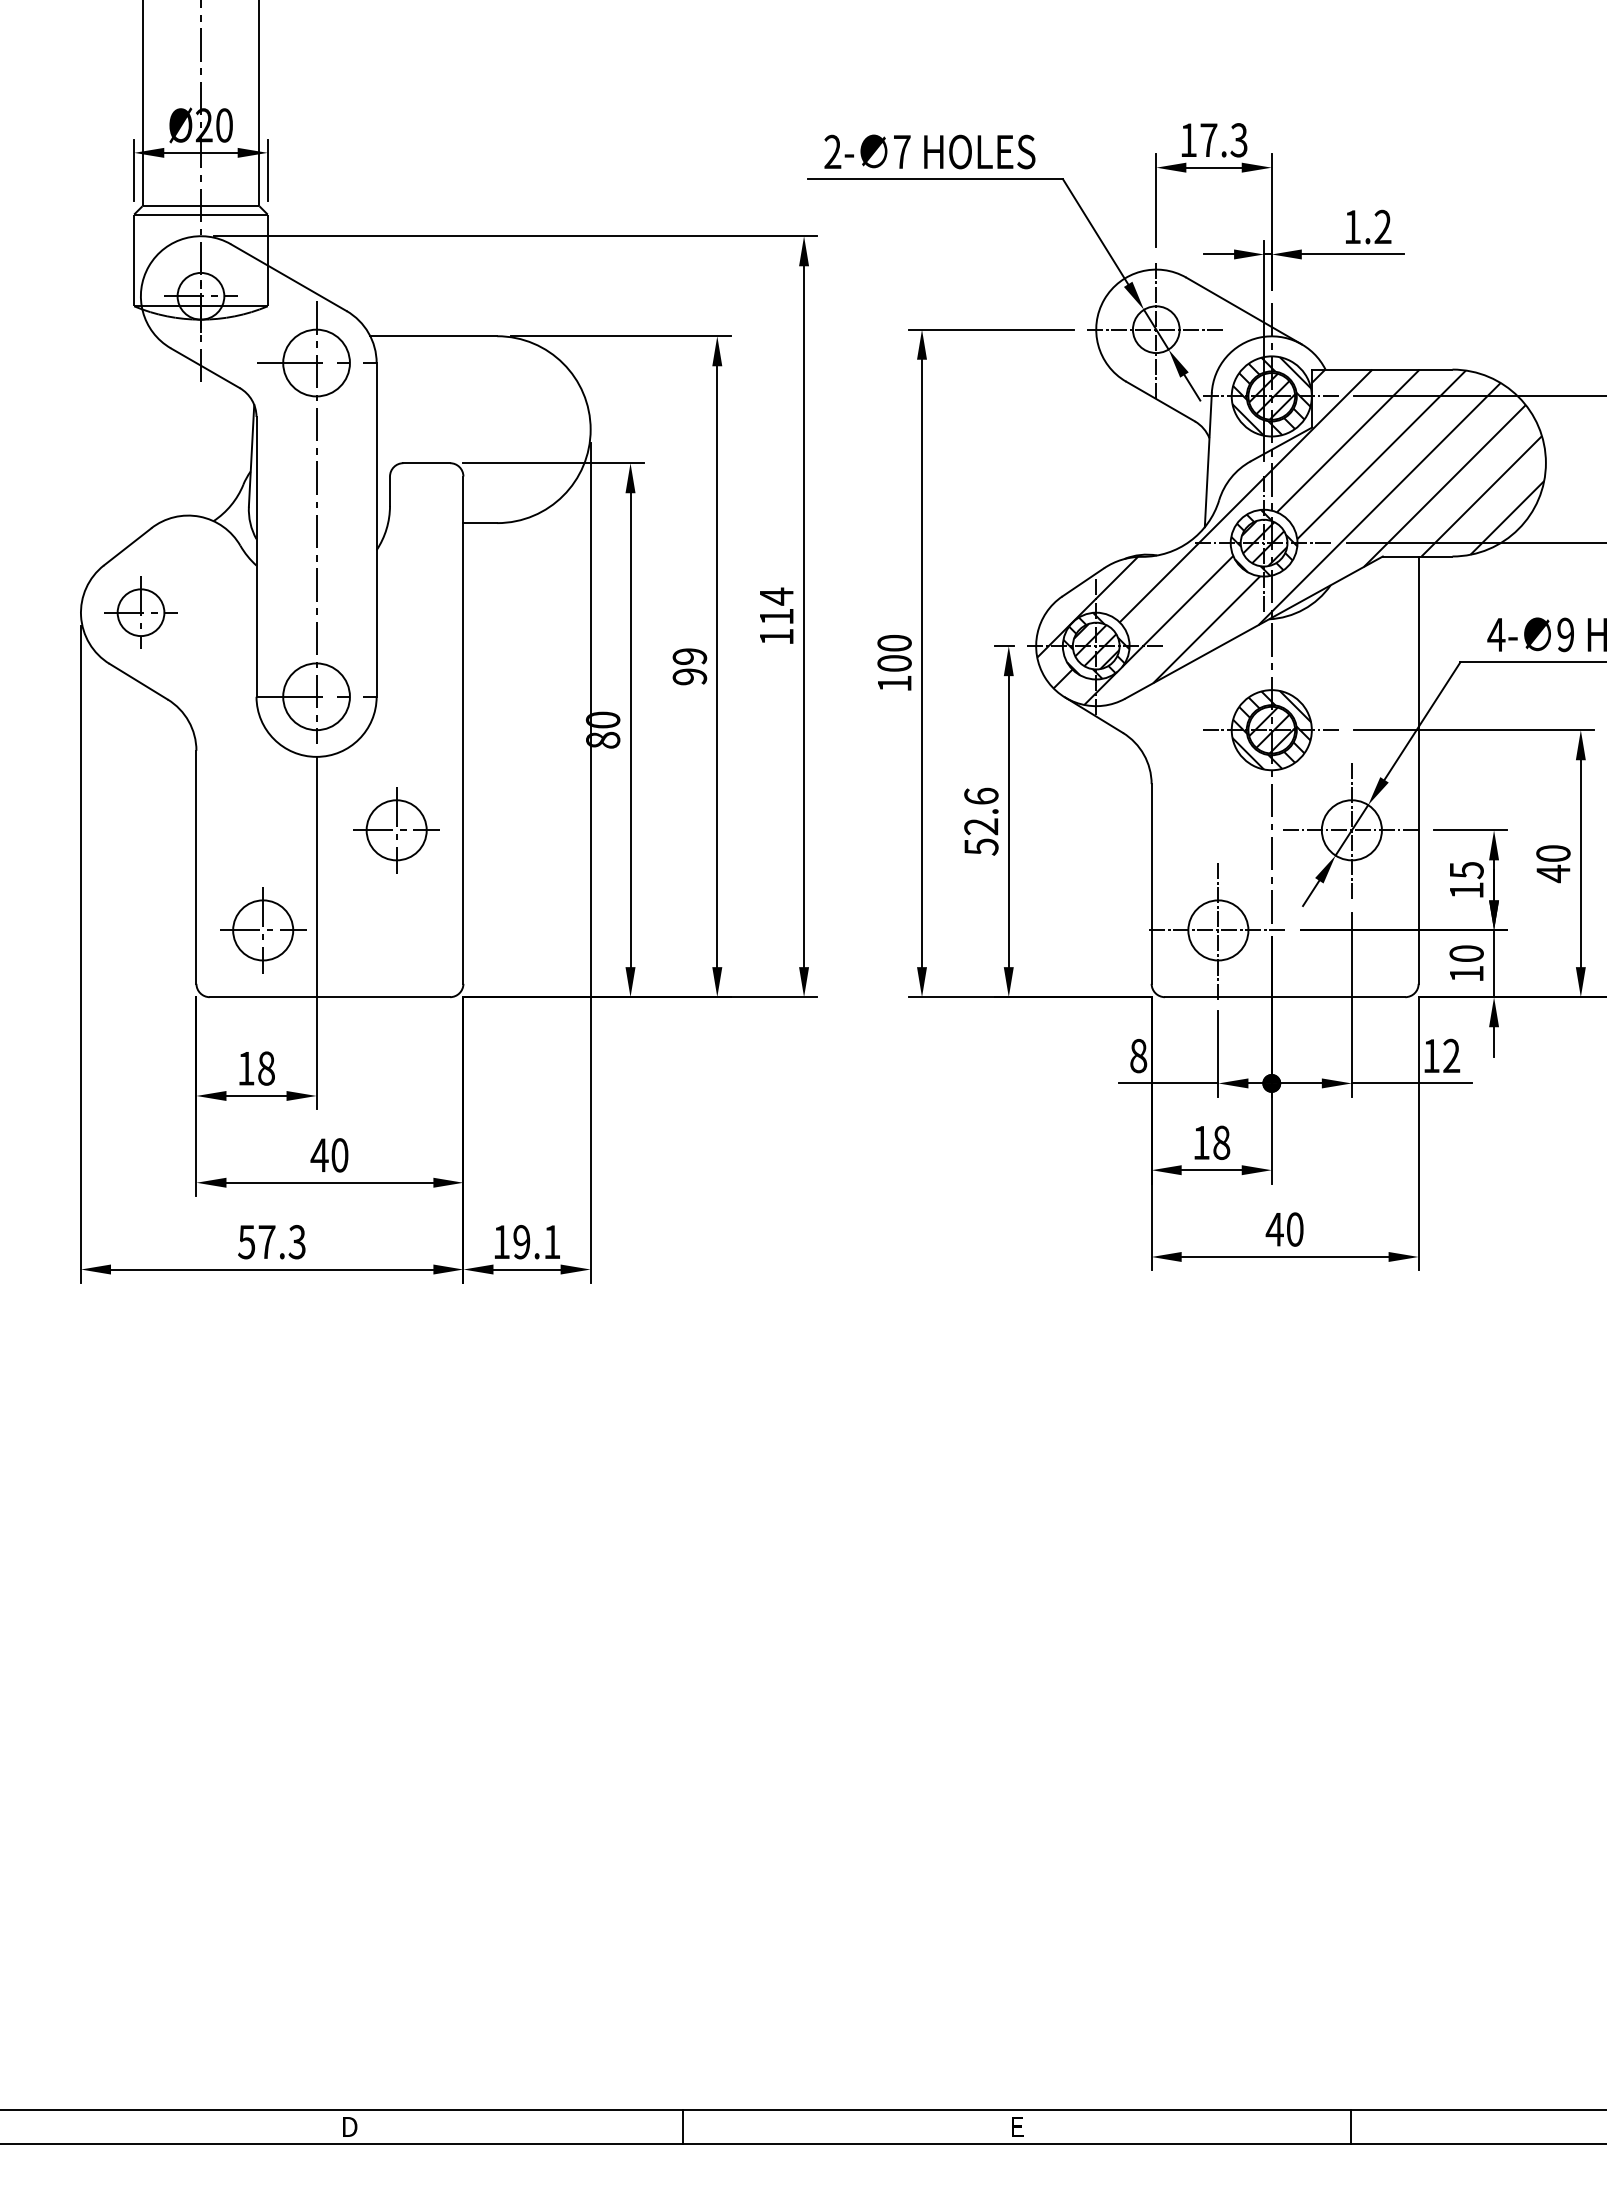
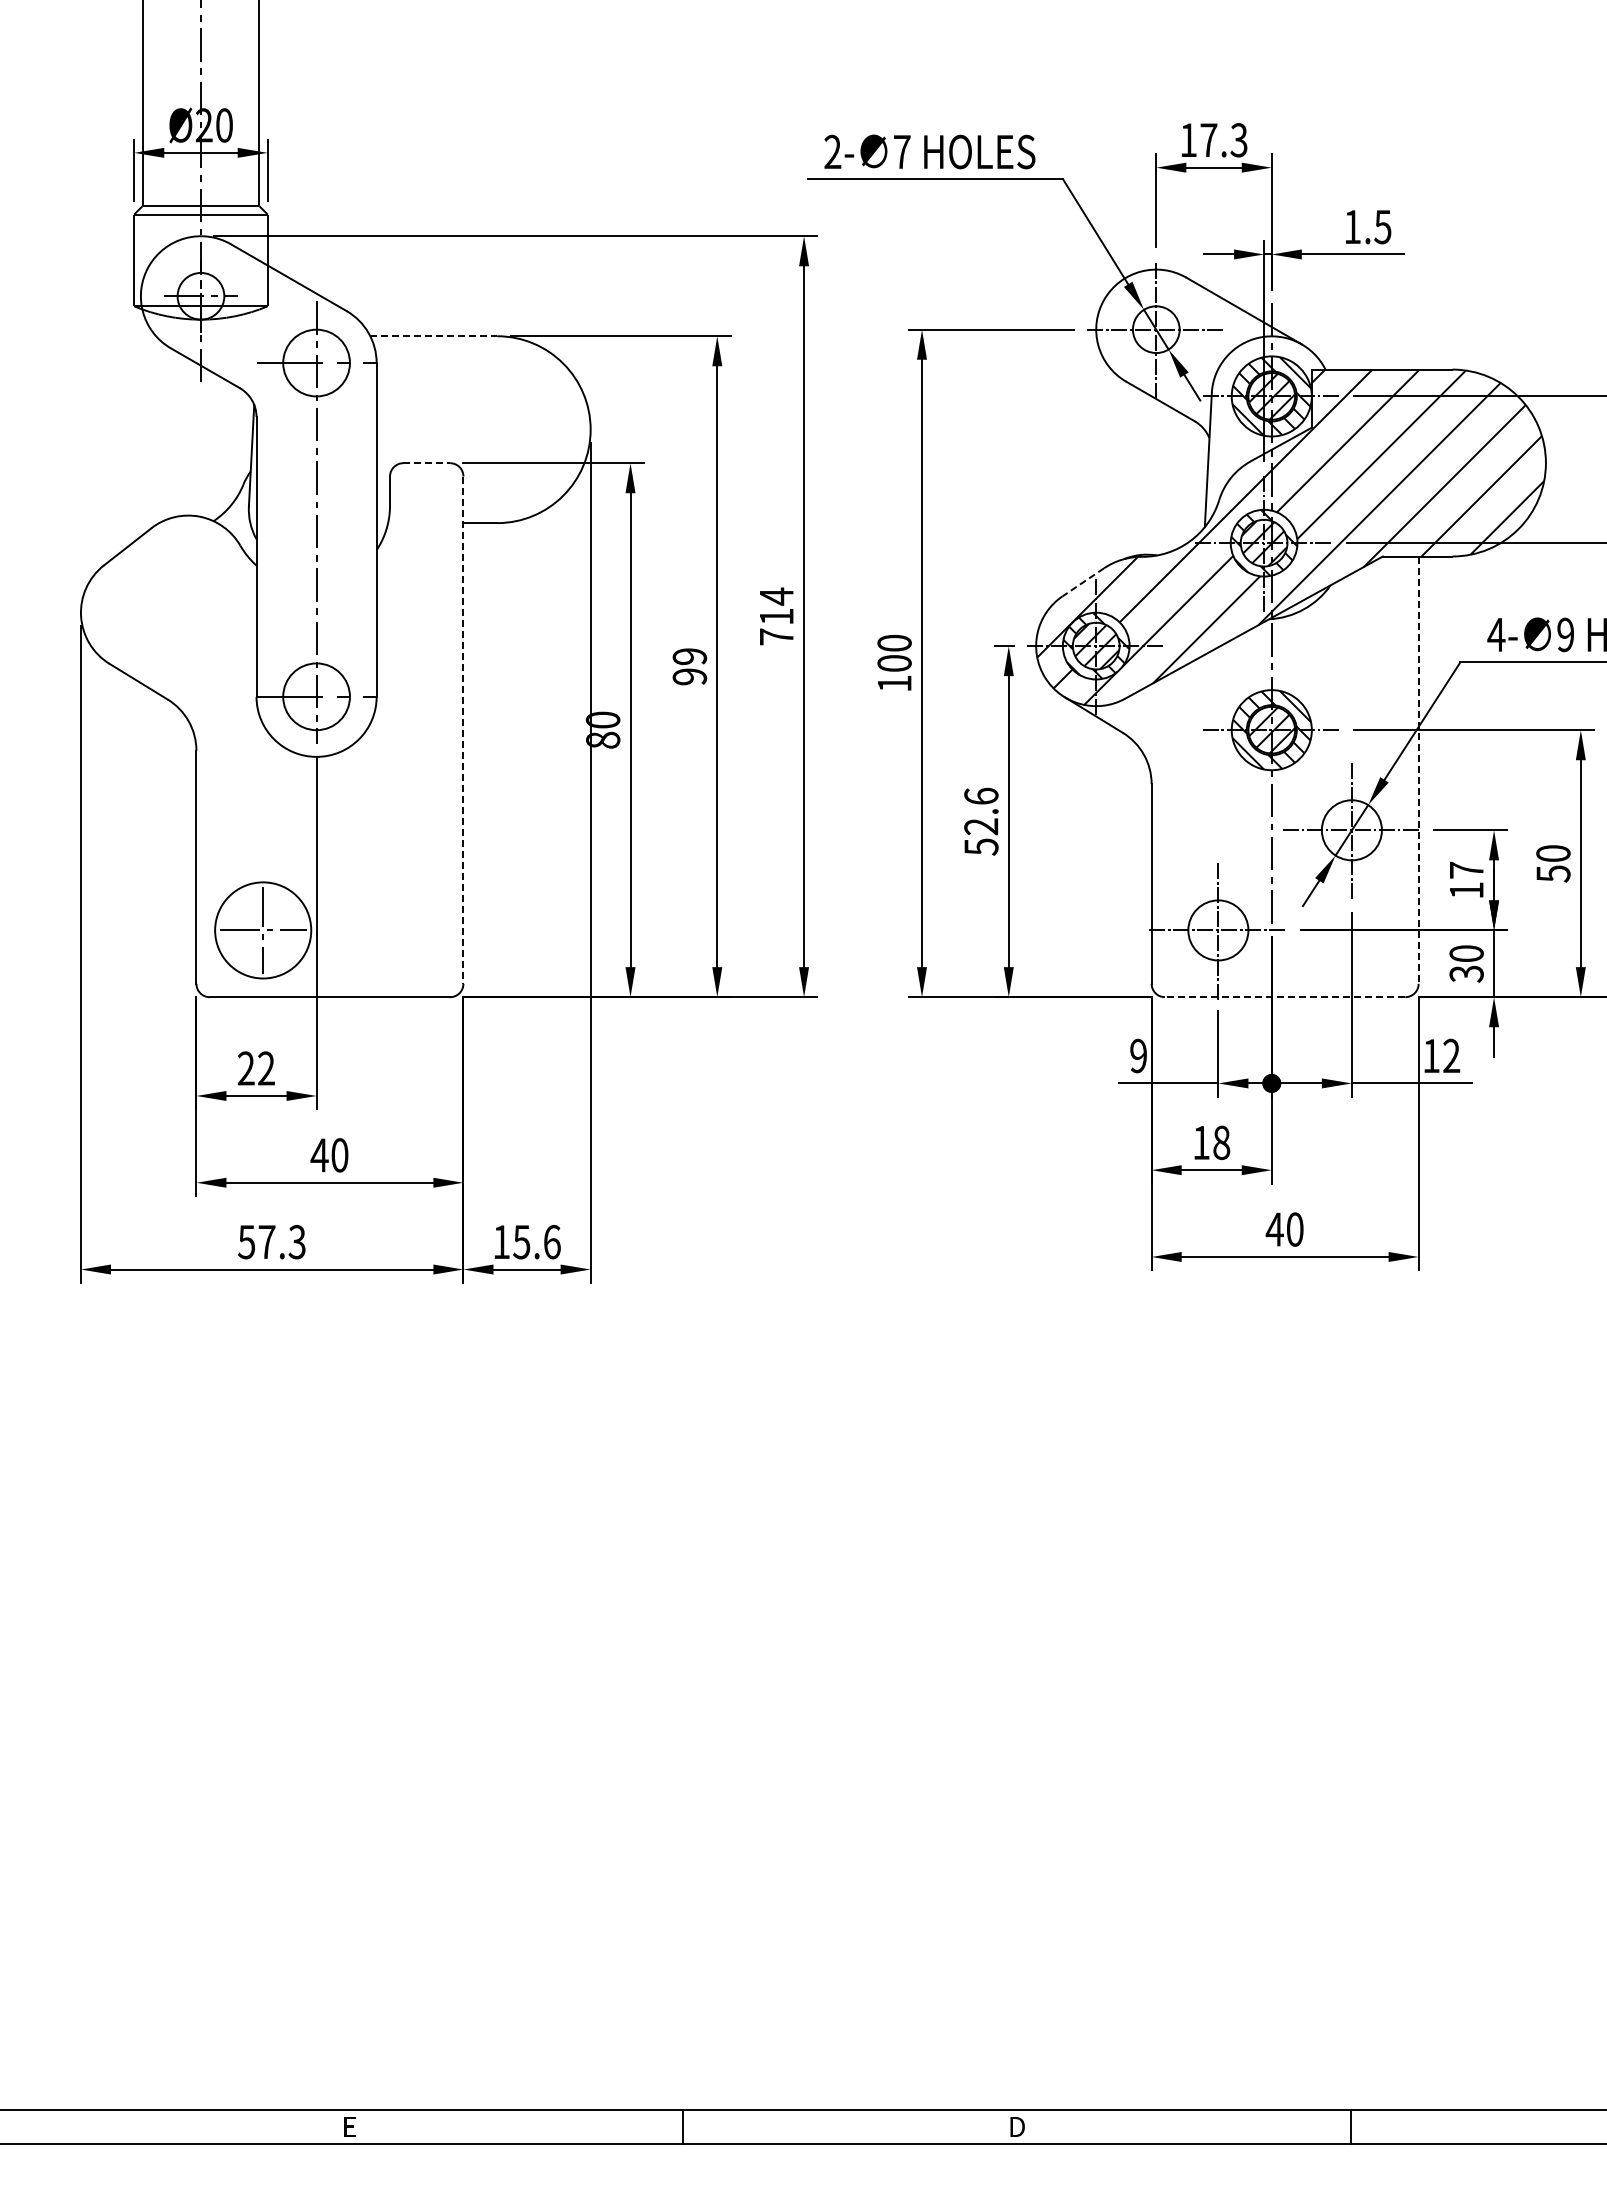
text at (1382, 226): 1.2 -> 1.5
line at (434, 336): solid -> dashed
line at (427, 463): solid -> dashed
line at (1082, 582): solid -> dashed
part at (140, 612): present -> none
text at (776, 636): 114 -> 714
line at (463, 730): solid -> dashed
line at (1418, 770): solid -> dashed
part at (396, 830): present -> none
text at (1466, 870): 15 -> 17
text at (1553, 873): 40 -> 50
circle at (263, 930) diameter: 60 px -> 96 px
text at (1466, 973): 10 -> 30
line at (1284, 997): solid -> dashed
text at (1138, 1055): 8 -> 9
text at (256, 1068): 18 -> 22
text at (536, 1242): 19.1 -> 15.6
text at (350, 2126): D -> E
text at (1017, 2126): E -> D
